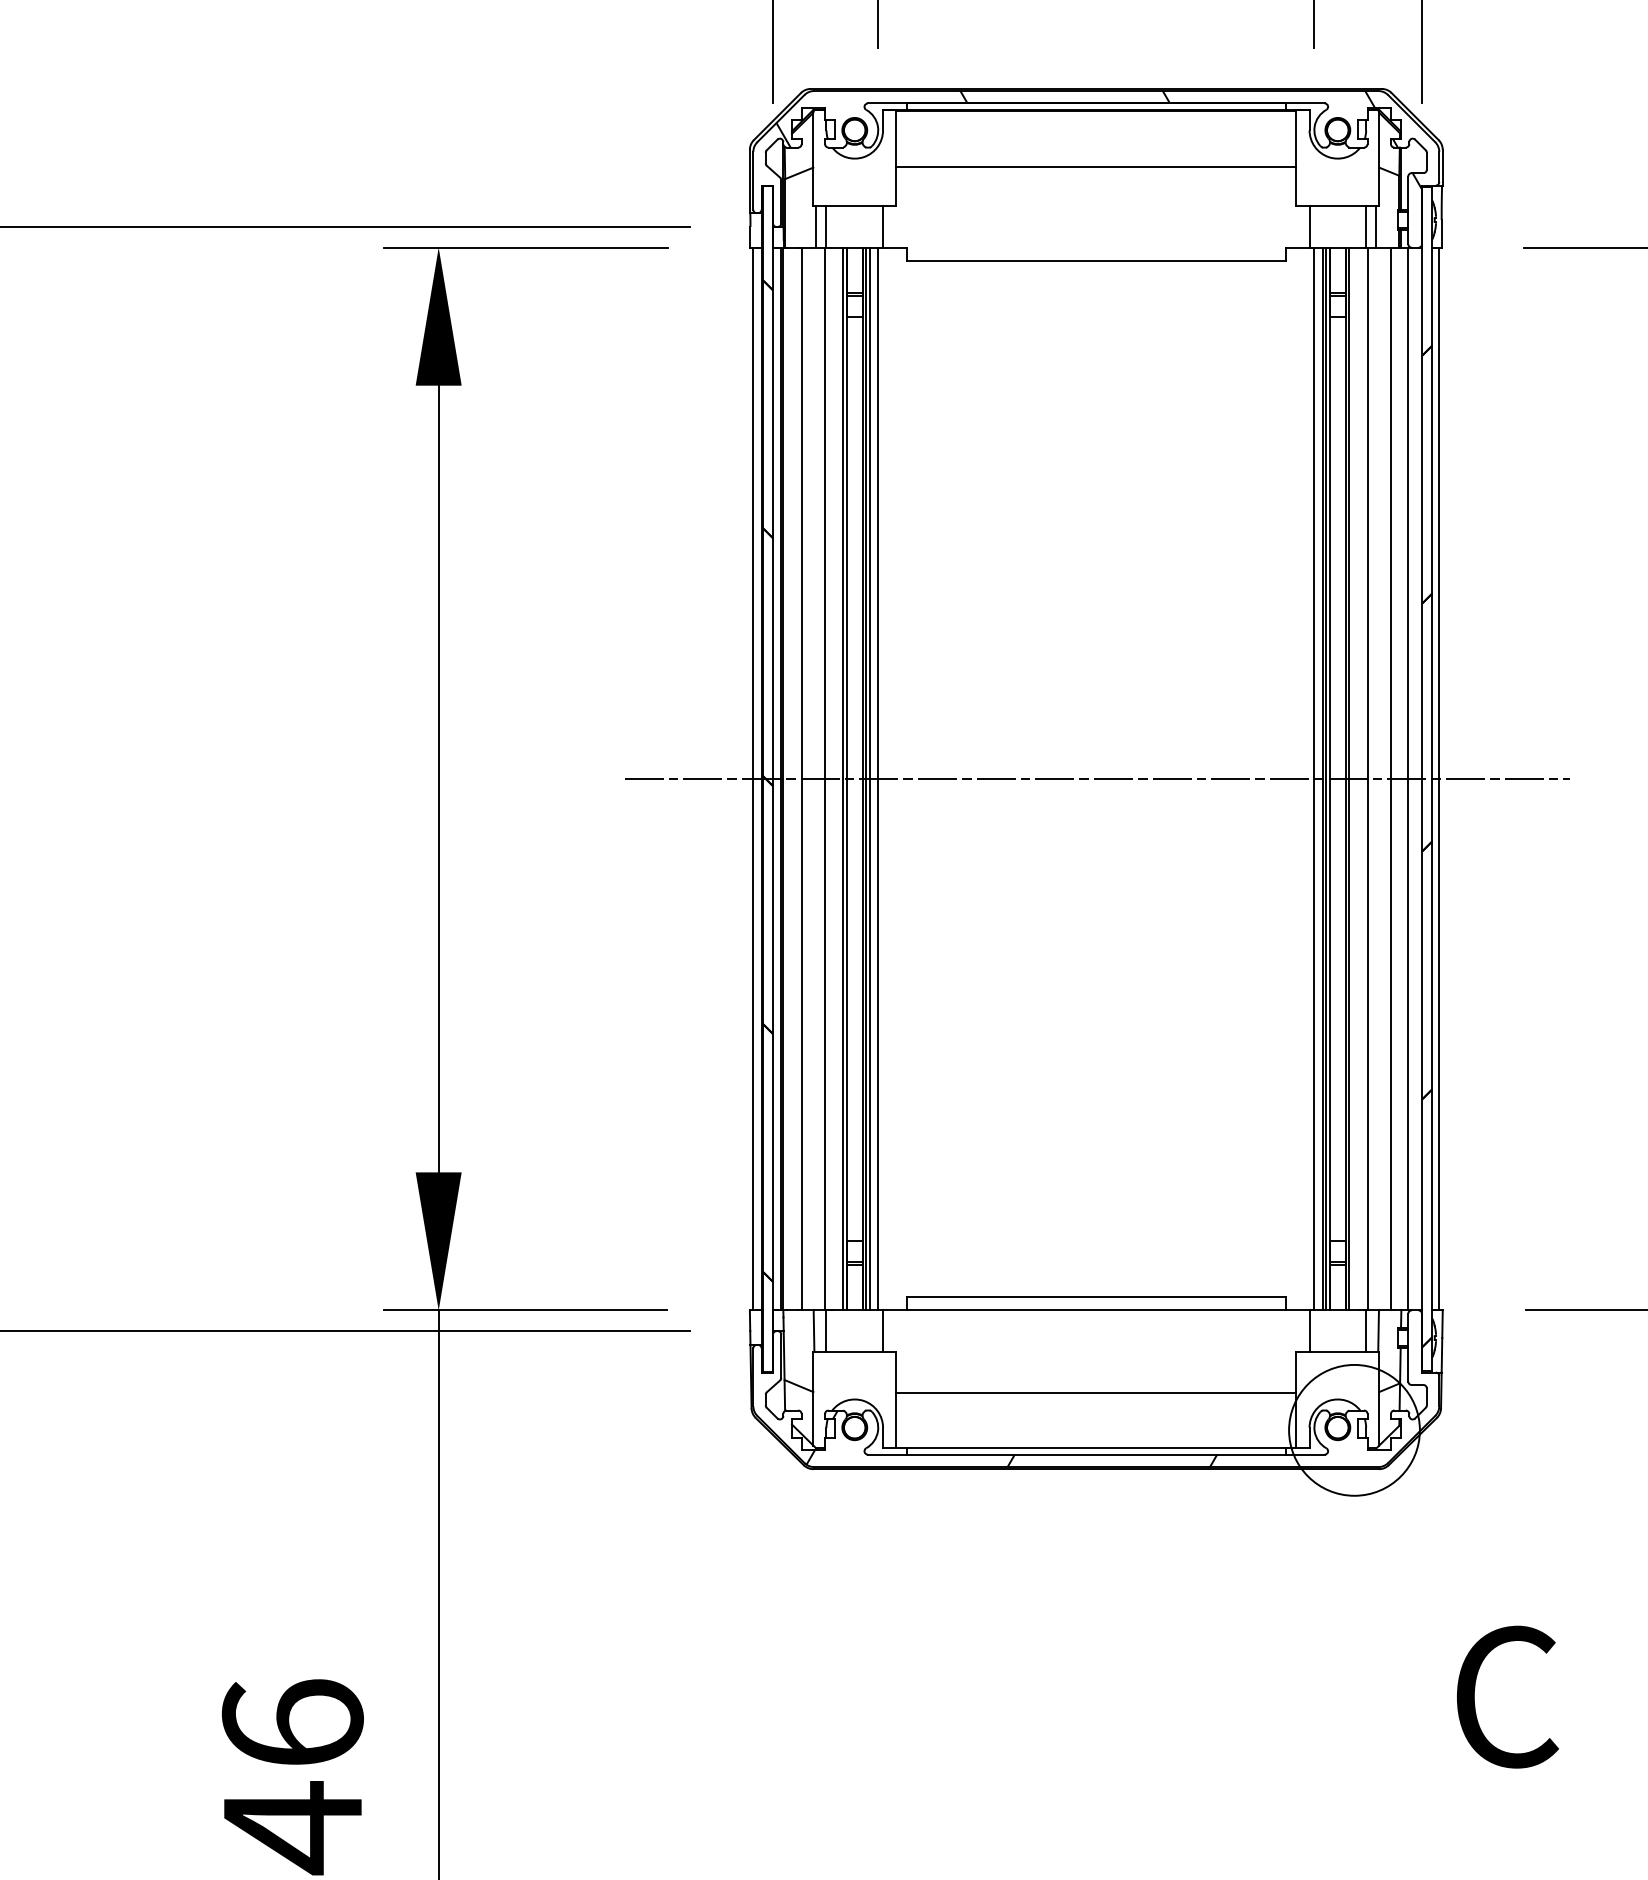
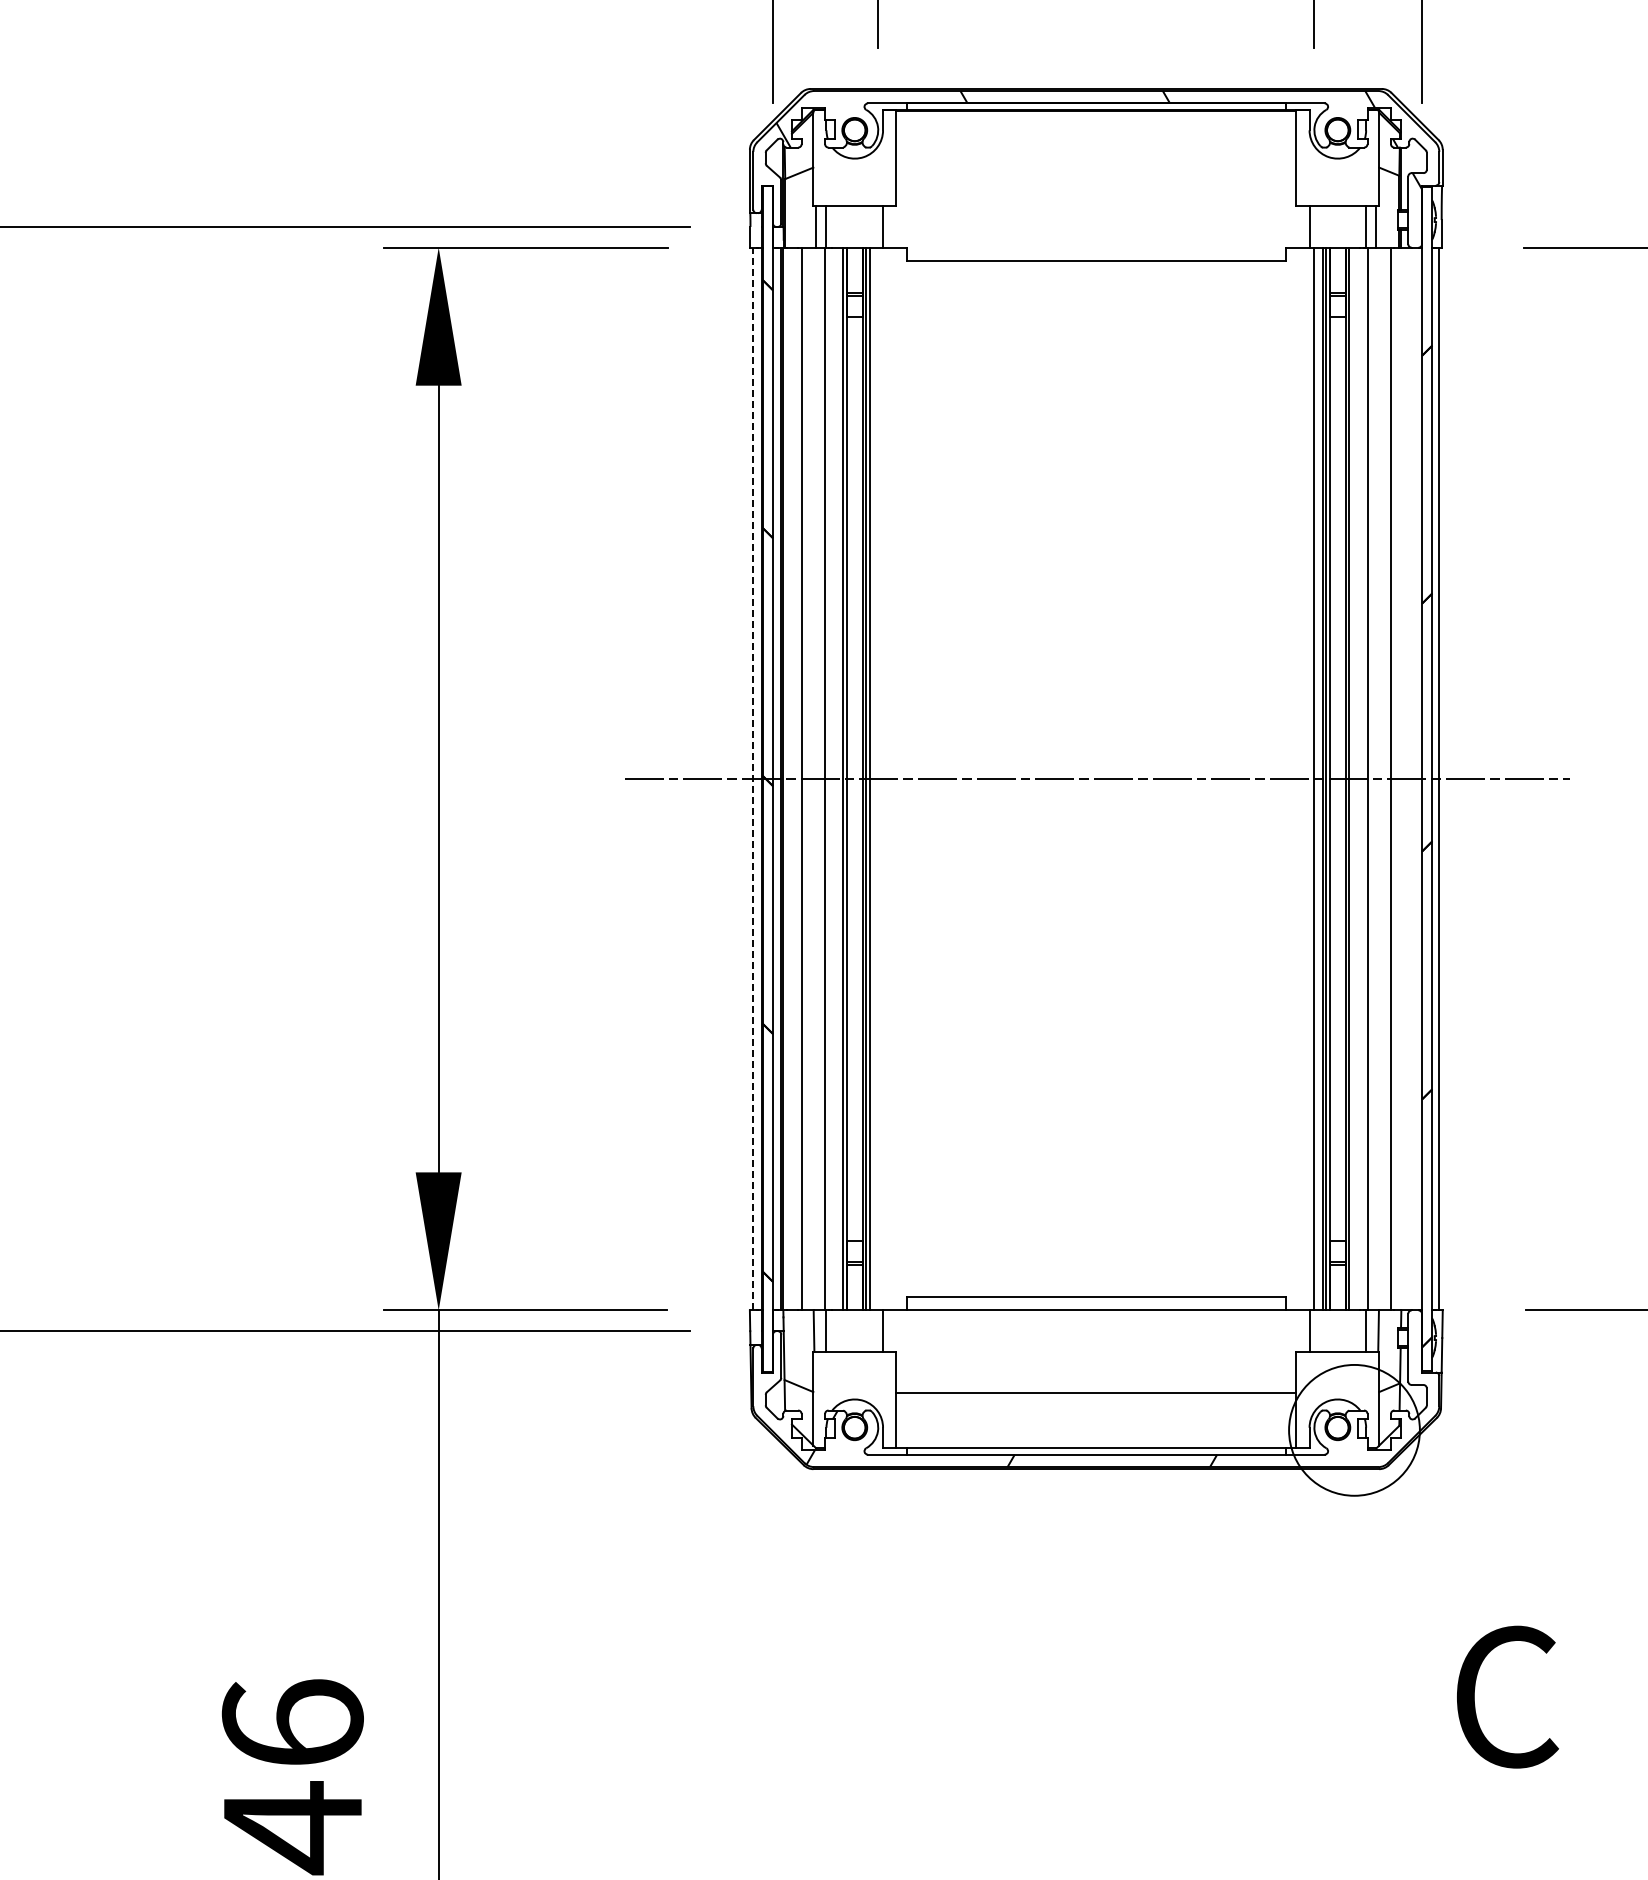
line at (1096, 166): present -> none
line at (753, 778): solid -> dashed
line at (878, 778): present -> none
line at (1408, 778): present -> none
